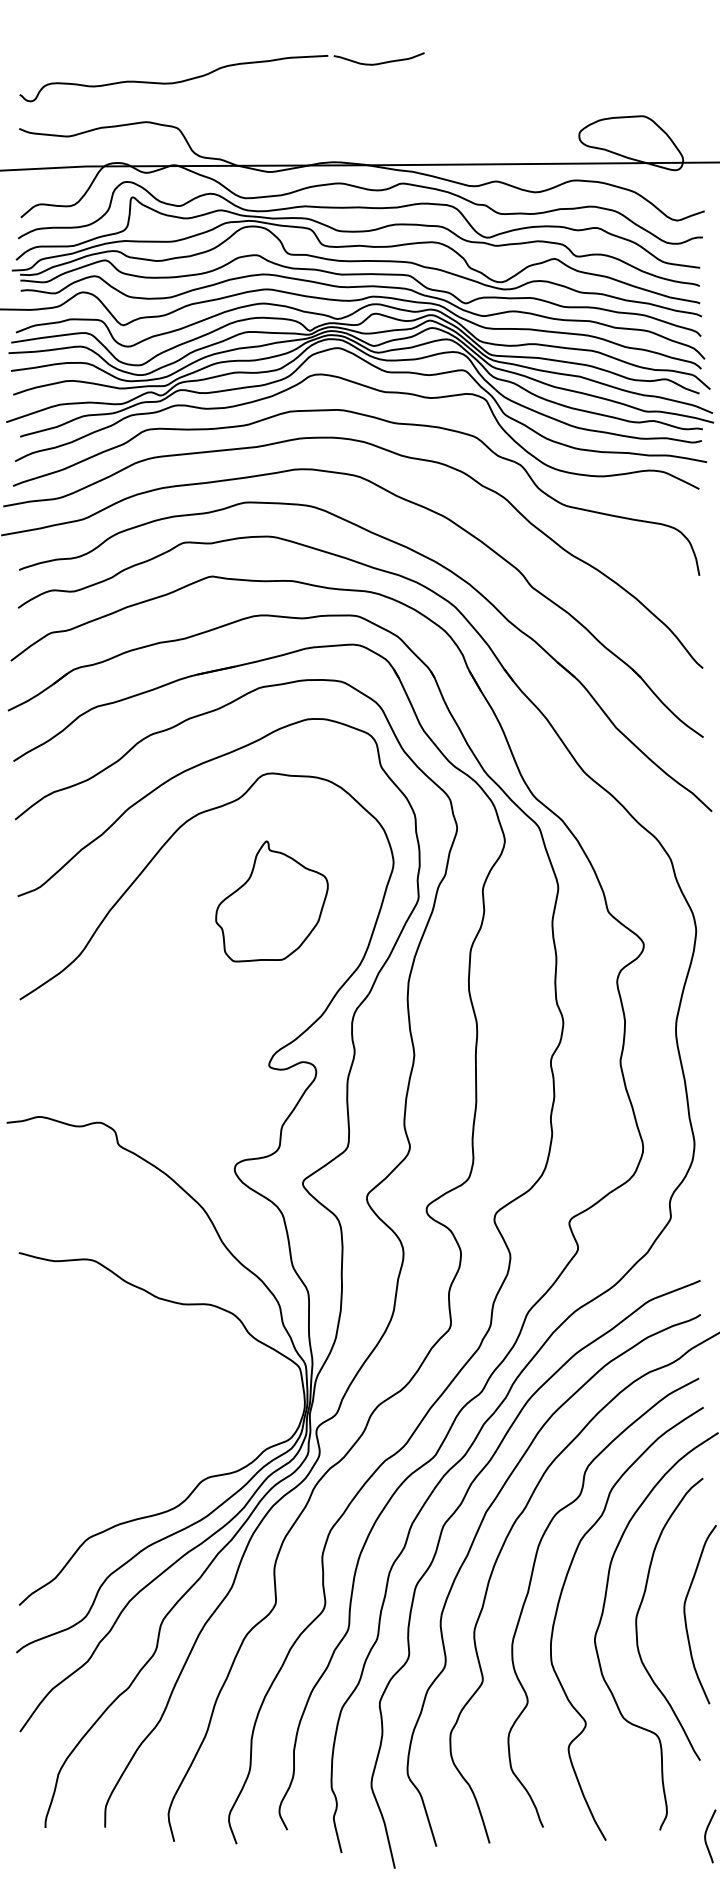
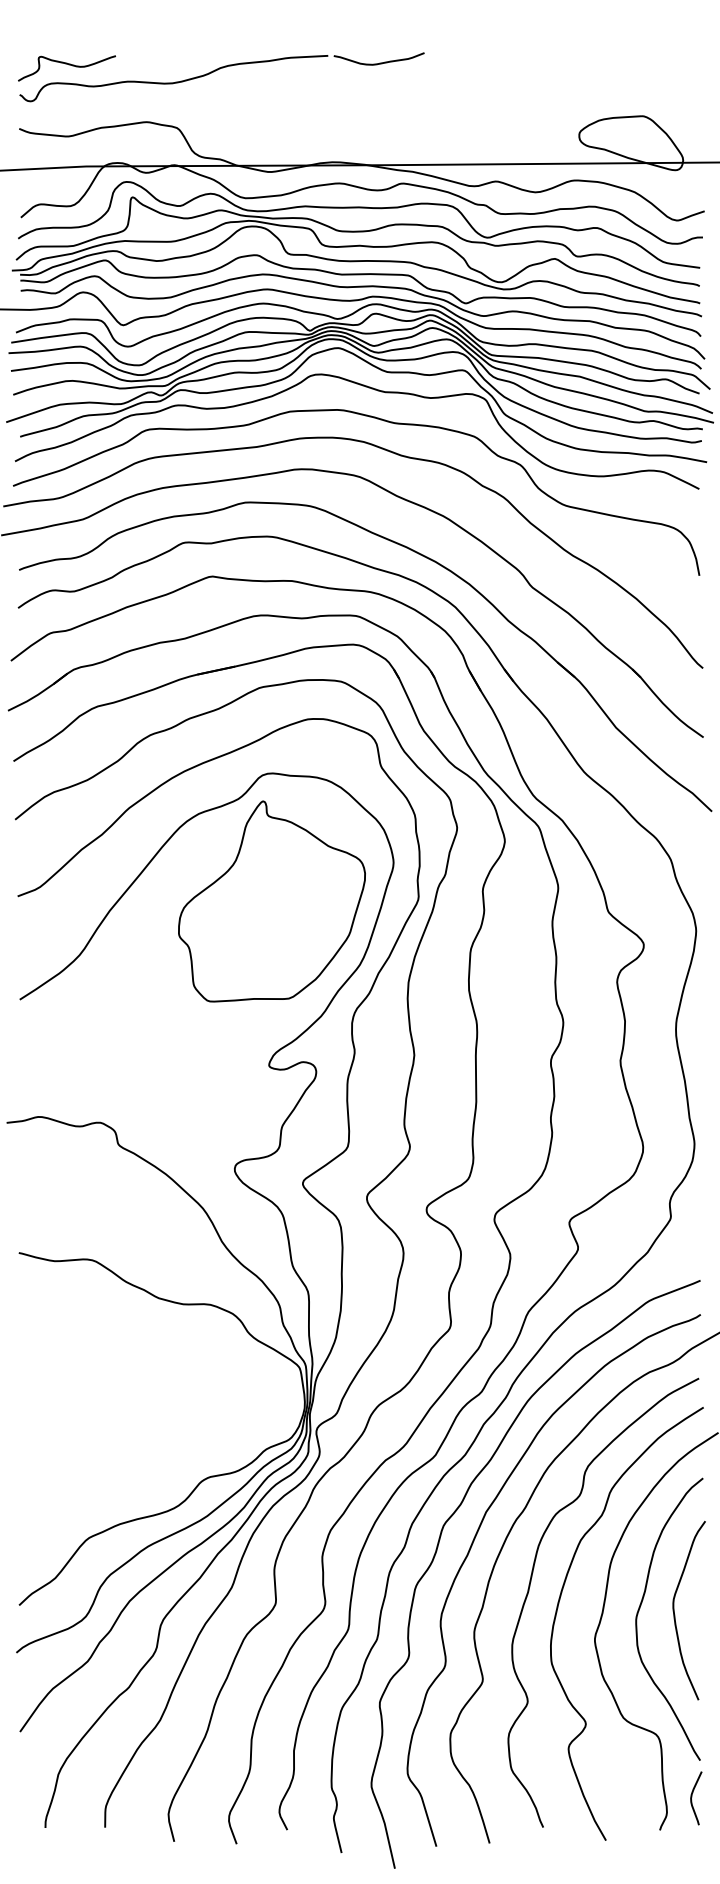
curve at (68, 65): none -> present
part at (271, 901) size: 114x123 px -> 188x203 px
curve at (686, 1618) position: (686, 1618) -> (675, 1614)
curve at (706, 1835) position: (706, 1835) -> (692, 1797)
